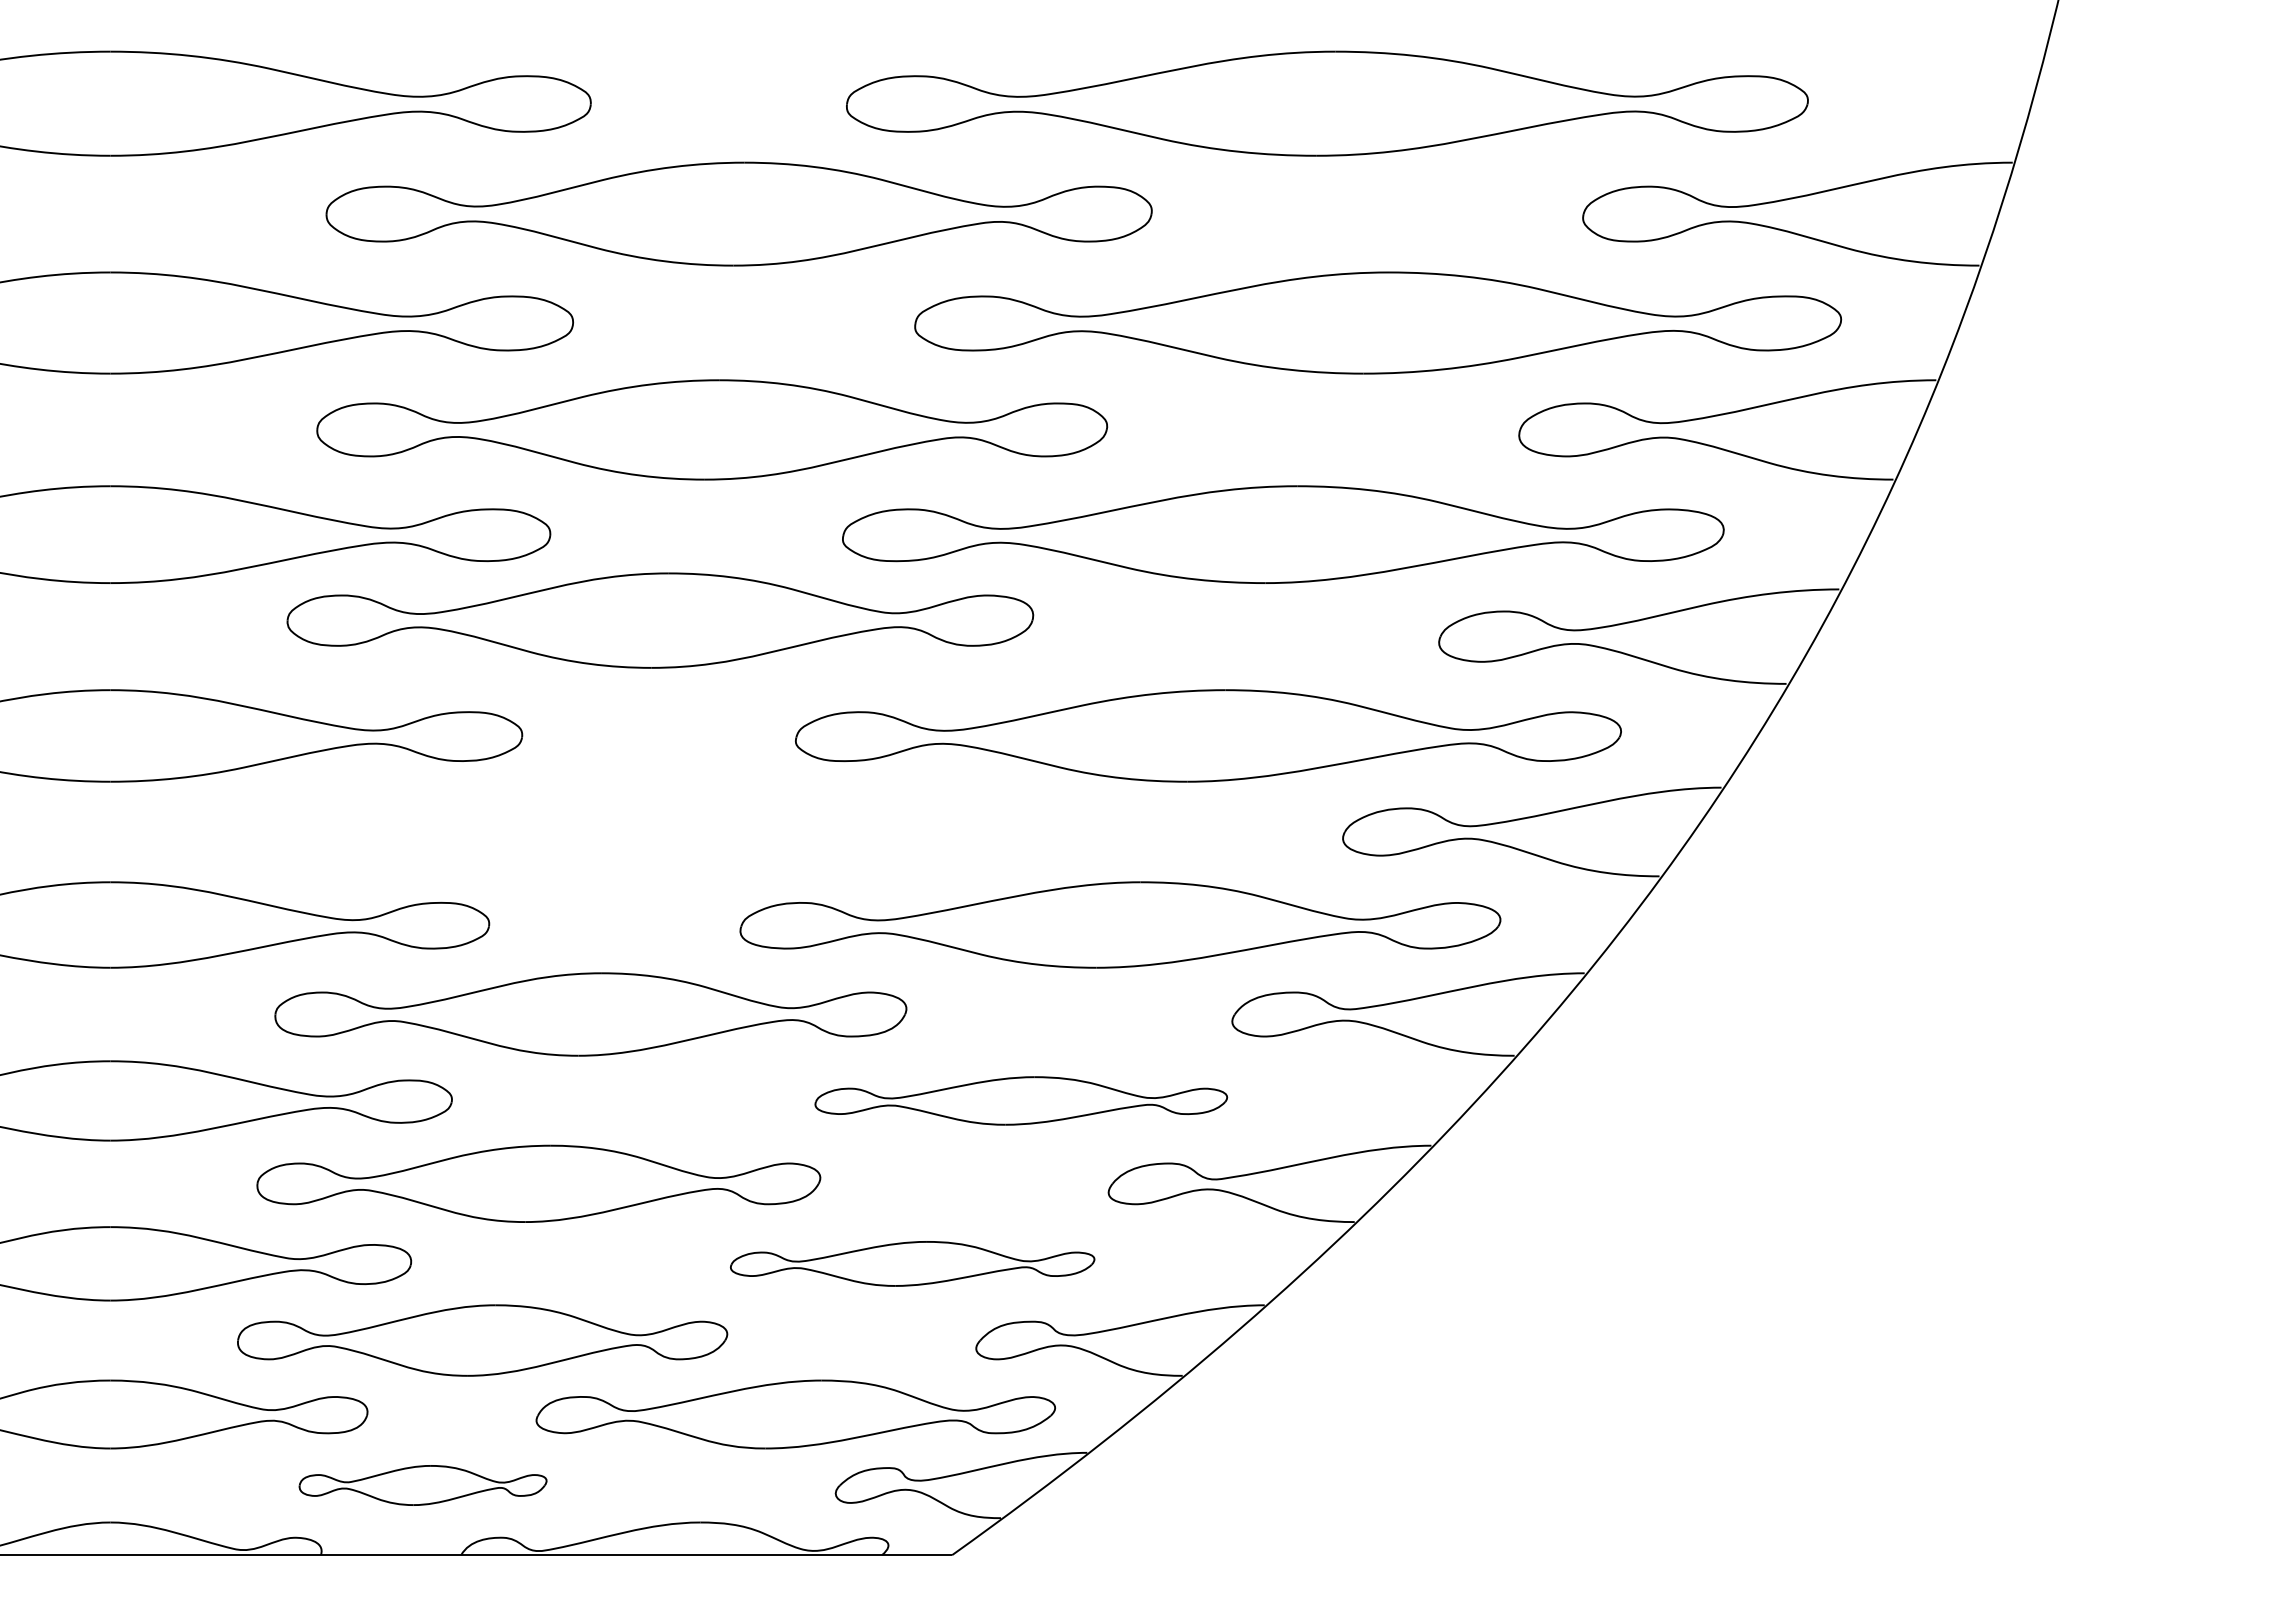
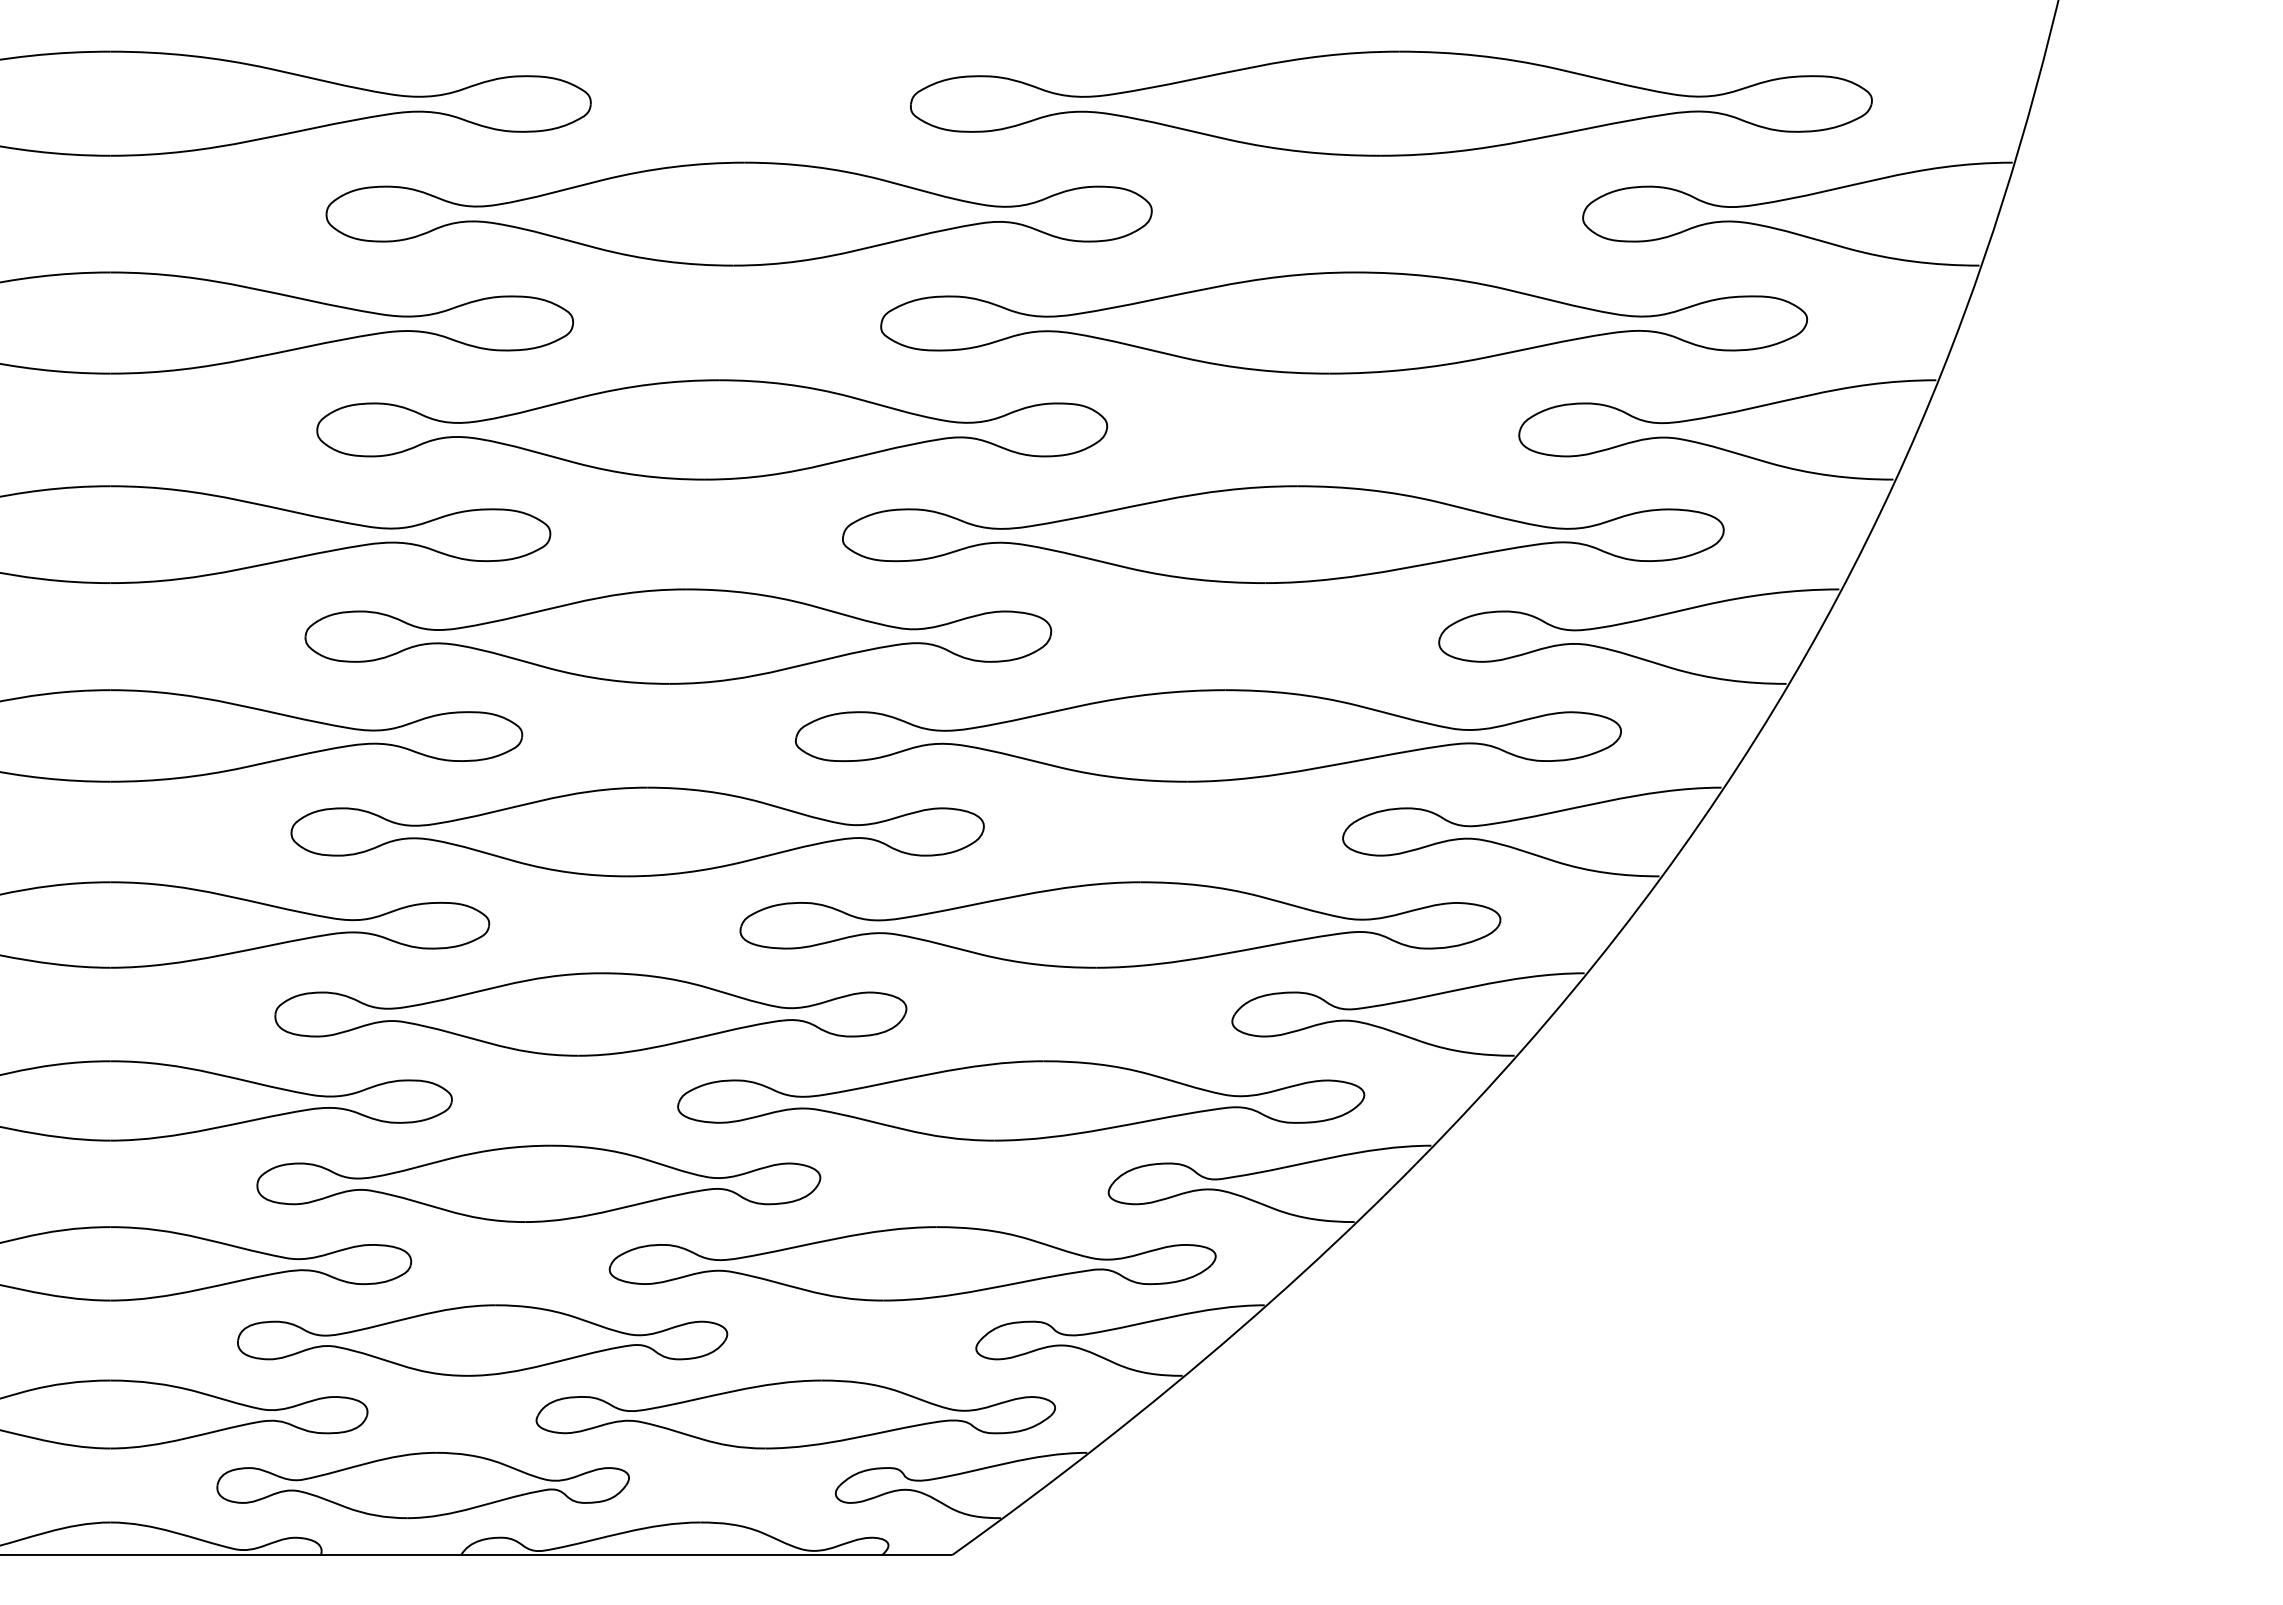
part at (1327, 103) position: (1327, 103) -> (1391, 103)
part at (1378, 322) position: (1378, 322) -> (1344, 322)
part at (660, 620) position: (660, 620) -> (678, 636)
part at (637, 831): none -> present
part at (1021, 1100) size: 415x50 px -> 689x82 px
part at (912, 1263) size: 366x46 px -> 609x76 px
part at (422, 1485) size: 250x41 px -> 414x69 px
